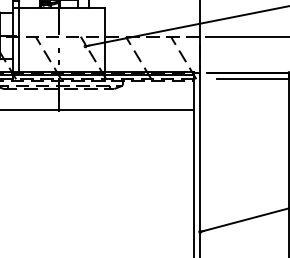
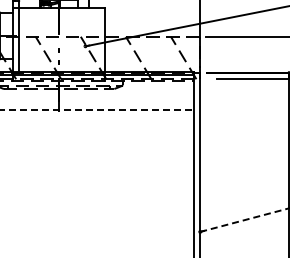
line at (97, 110): solid -> dashed
line at (245, 219): solid -> dashed
